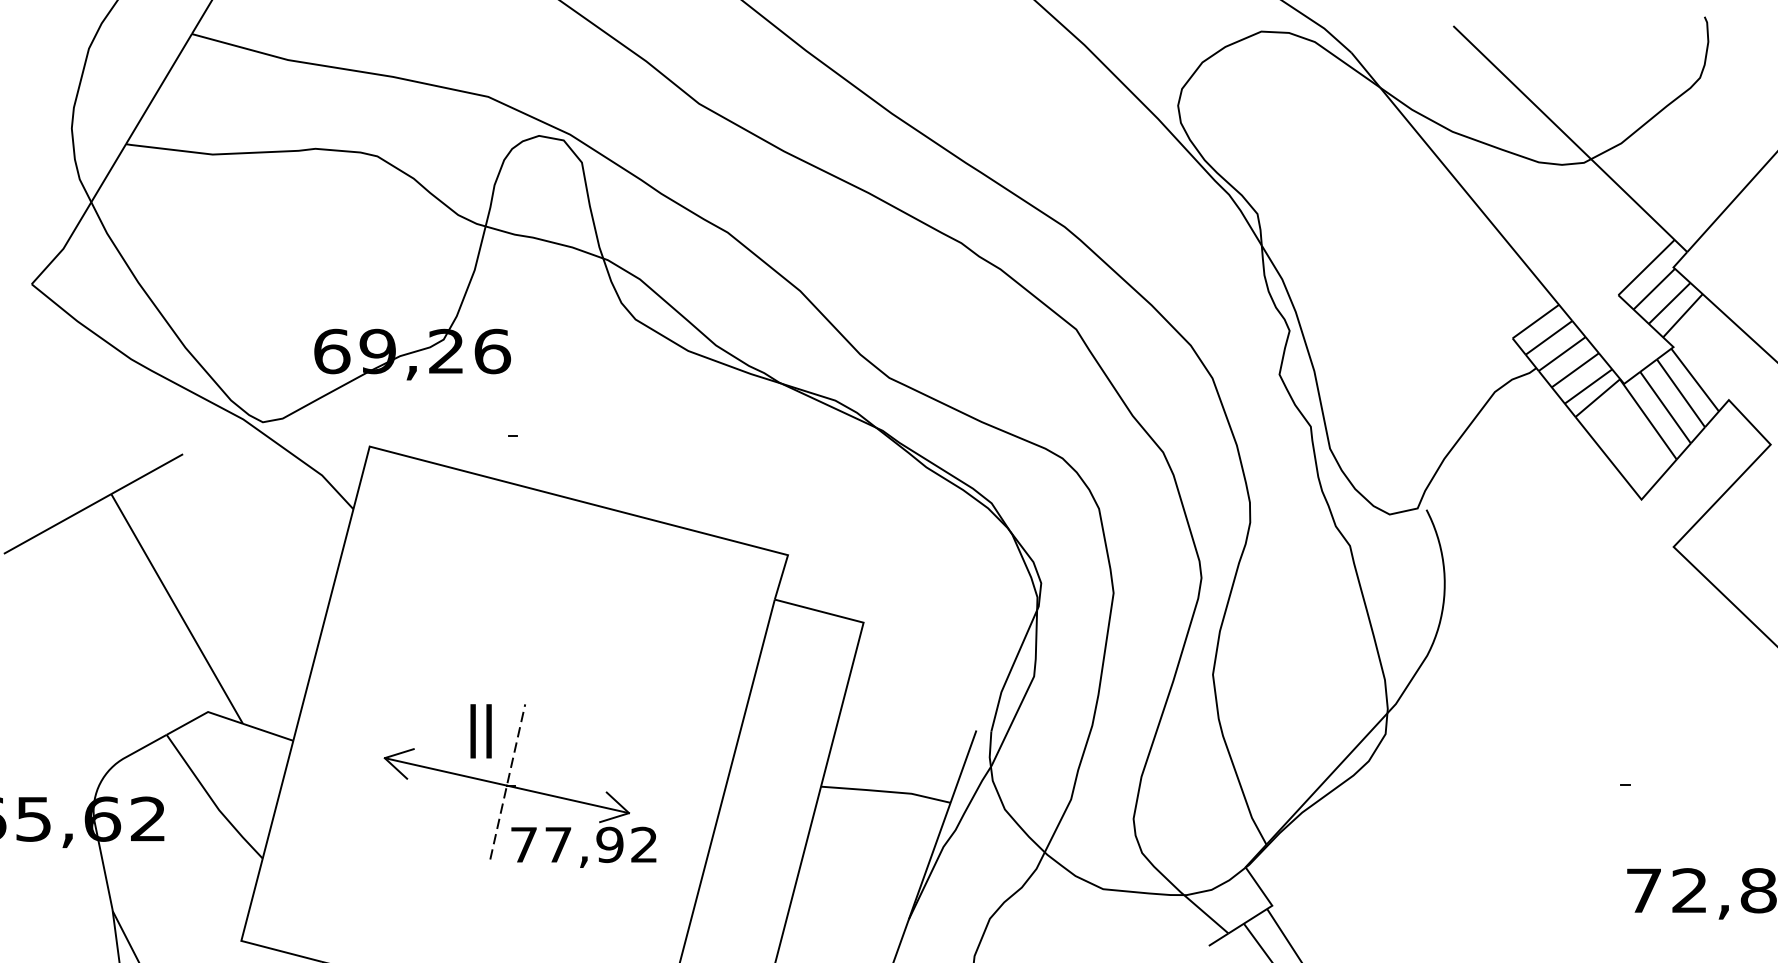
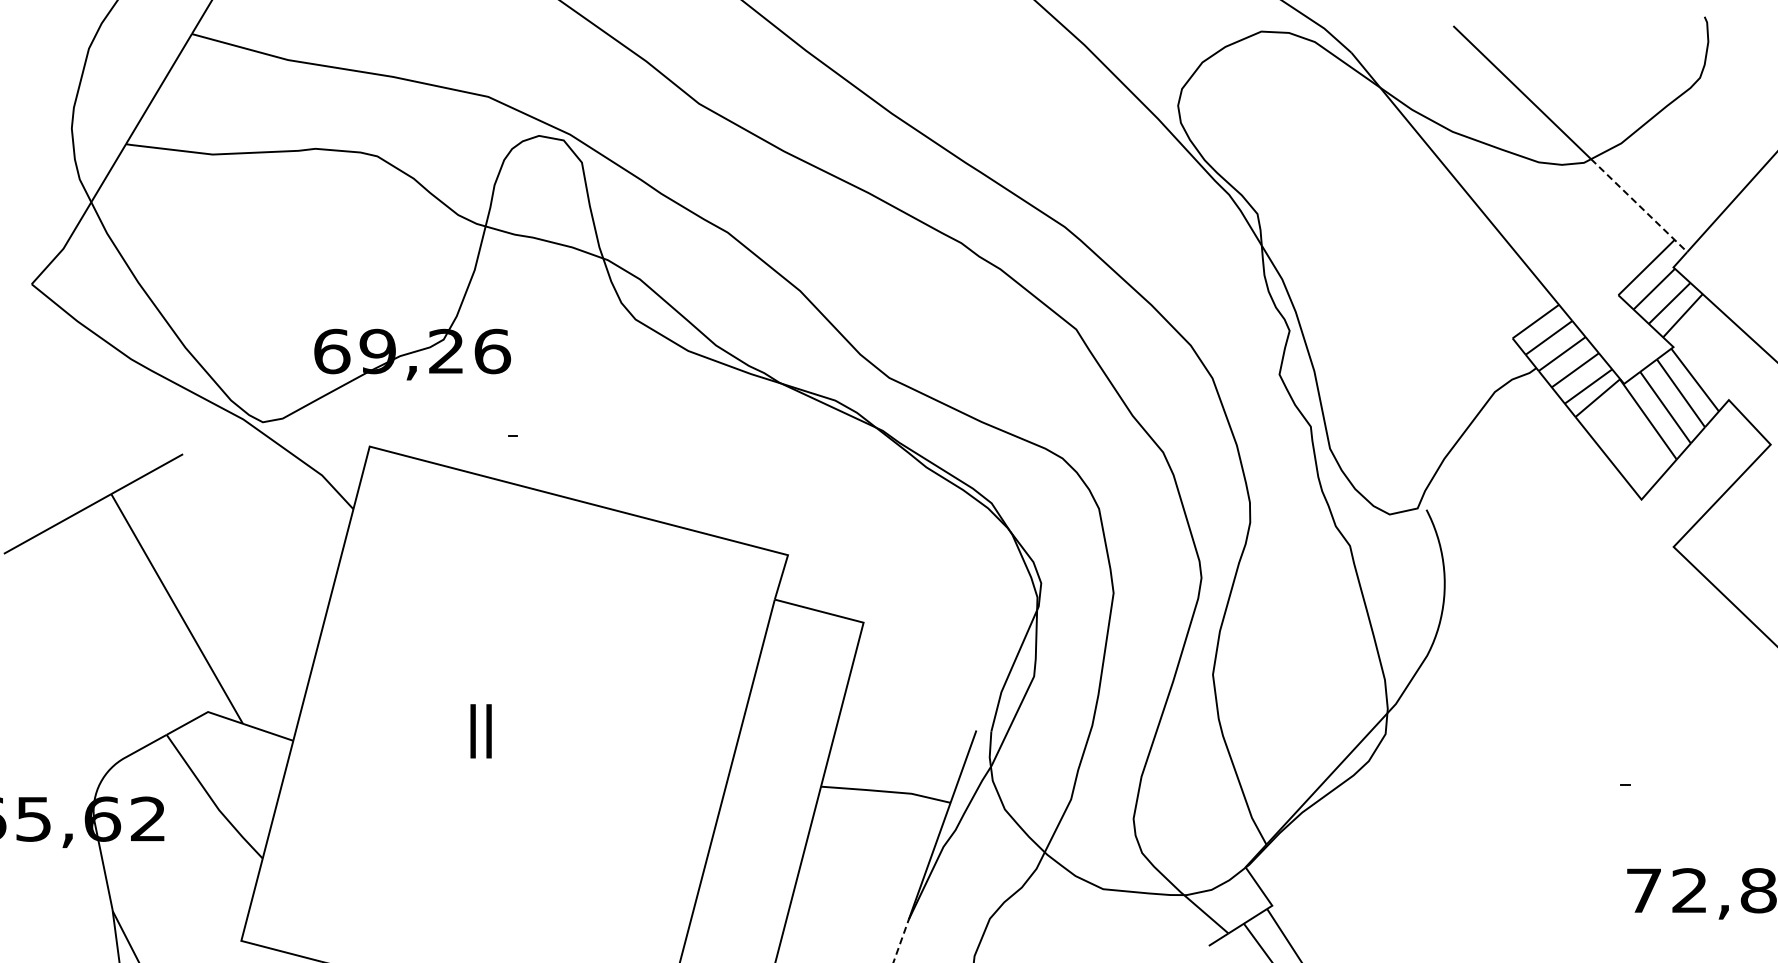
line at (1639, 205): solid -> dashed
part at (519, 785): present -> none
line at (901, 941): solid -> dashed
